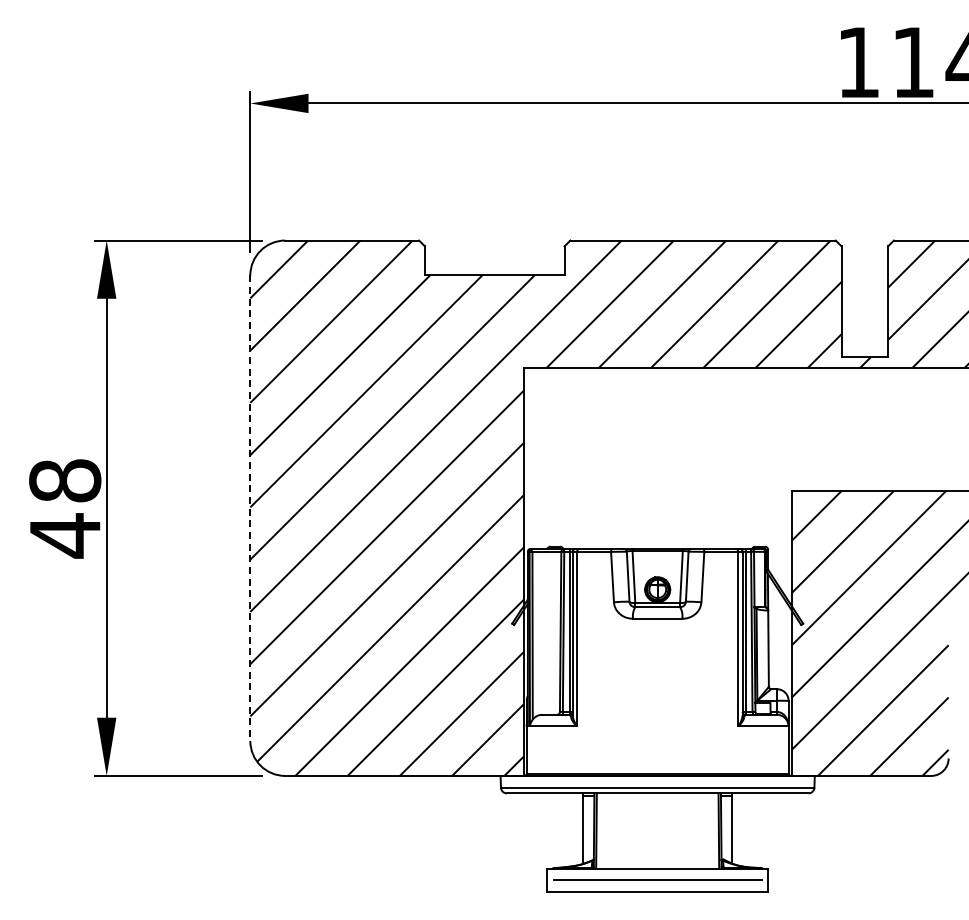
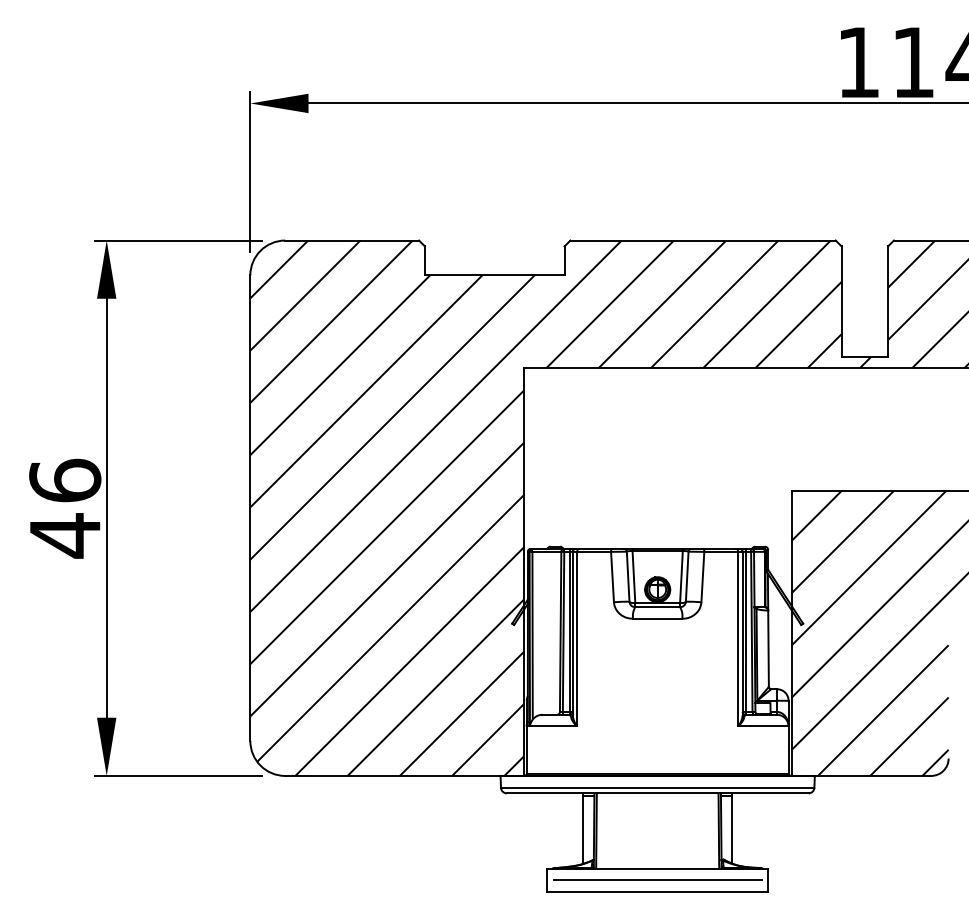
text at (65, 480): 48 -> 46
line at (250, 508): dashed -> solid
